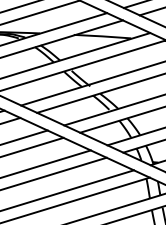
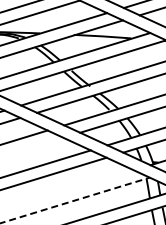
line at (32, 146): present -> none
line at (67, 190): present -> none
line at (75, 200): solid -> dashed
